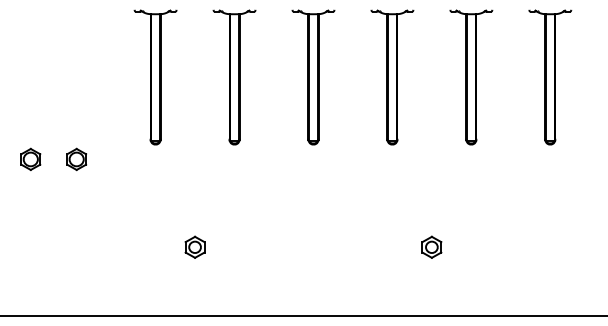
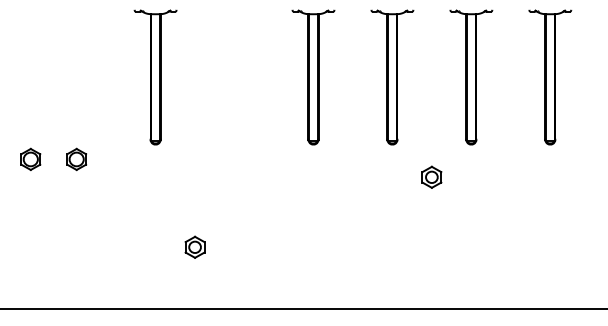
part at (234, 77): present -> none
part at (431, 246) position: (431, 246) -> (431, 176)
line at (303, 316) position: (303, 316) -> (303, 309)
